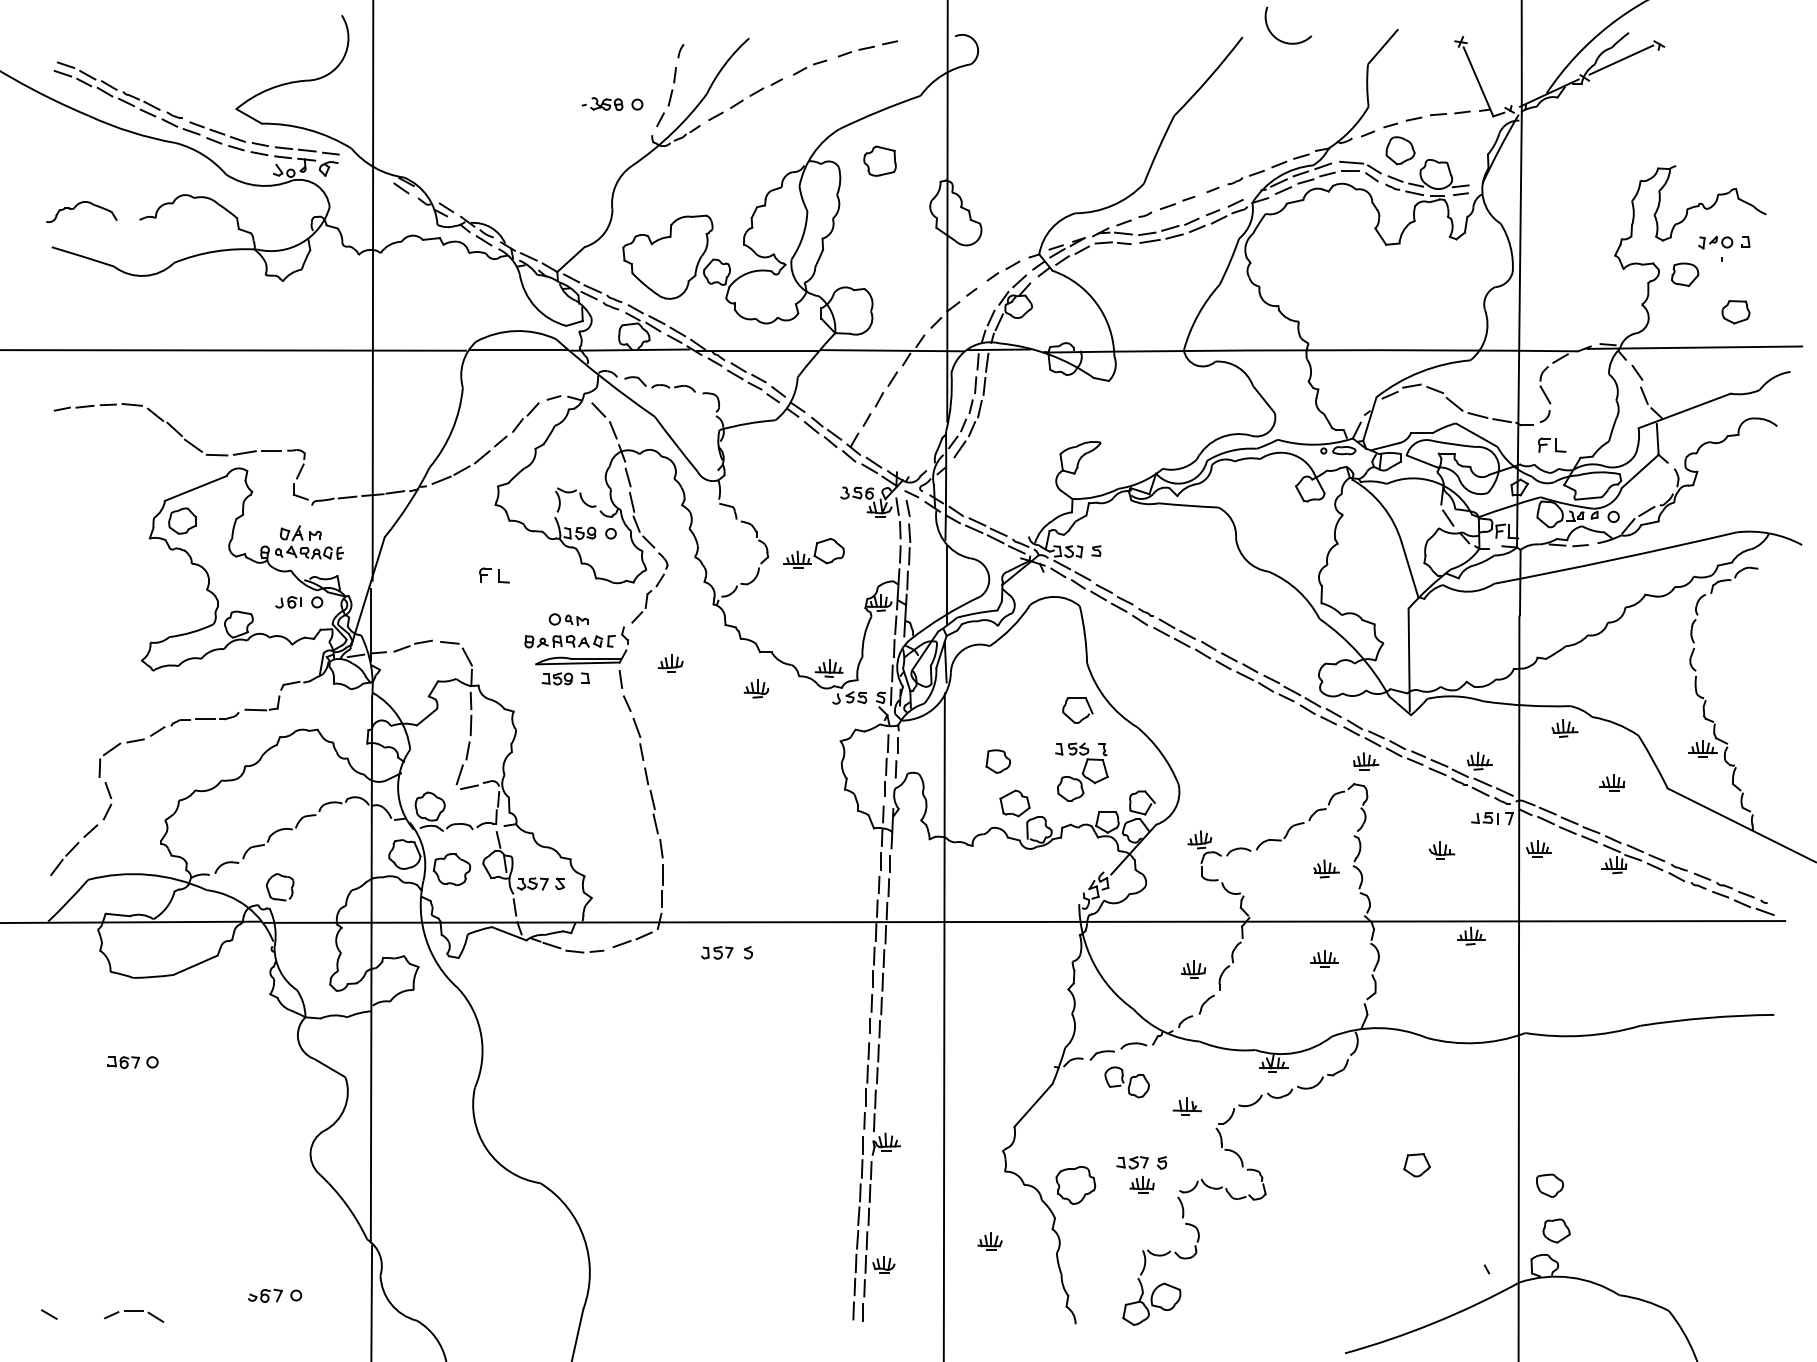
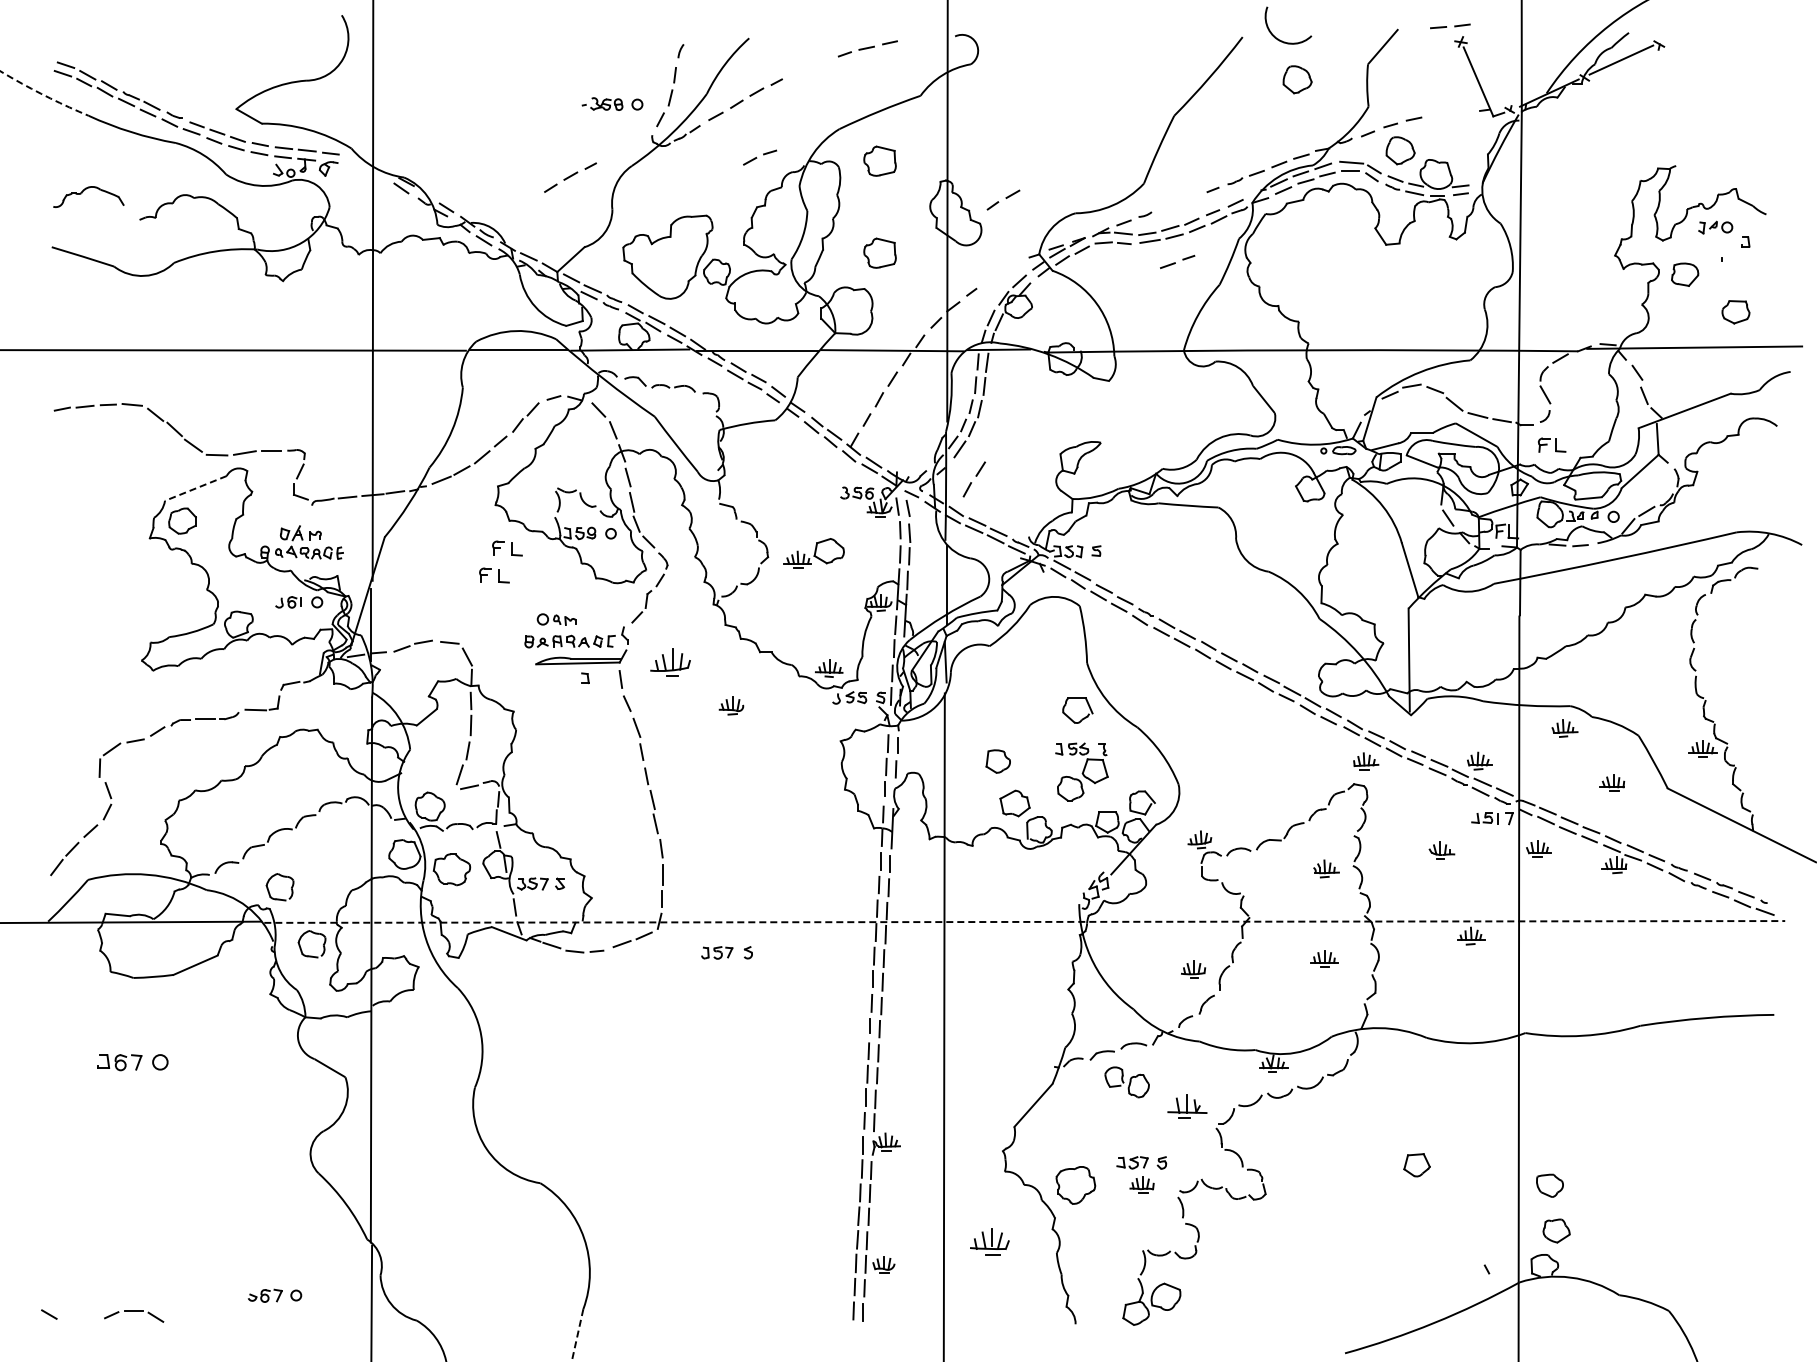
part at (810, 67) position: (810, 67) -> (760, 157)
part at (1297, 79): none -> present
arc at (43, 94): solid -> dashed
part at (1450, 113) position: (1450, 113) -> (1450, 26)
part at (570, 177): none -> present
part at (1177, 202) position: (1177, 202) -> (1177, 261)
part at (78, 205) position: (78, 205) -> (85, 190)
part at (1715, 242) position: (1715, 242) -> (1715, 227)
part at (879, 252): none -> present
part at (1003, 270) position: (1003, 270) -> (1003, 199)
part at (973, 479): none -> present
line at (195, 488): solid -> dashed
part at (507, 548): none -> present
part at (568, 619) position: (568, 619) -> (556, 619)
part at (670, 663) size: 27x19 px -> 41x29 px
part at (557, 678): present -> none
part at (756, 688) position: (756, 688) -> (731, 705)
line at (1025, 921): solid -> dashed
part at (301, 947): none -> present
part at (132, 1062) size: 52x13 px -> 72x18 px
part at (1186, 1106) size: 30x19 px -> 41x25 px
part at (989, 1241) size: 26x19 px -> 40x28 px
line at (577, 1335): solid -> dashed
